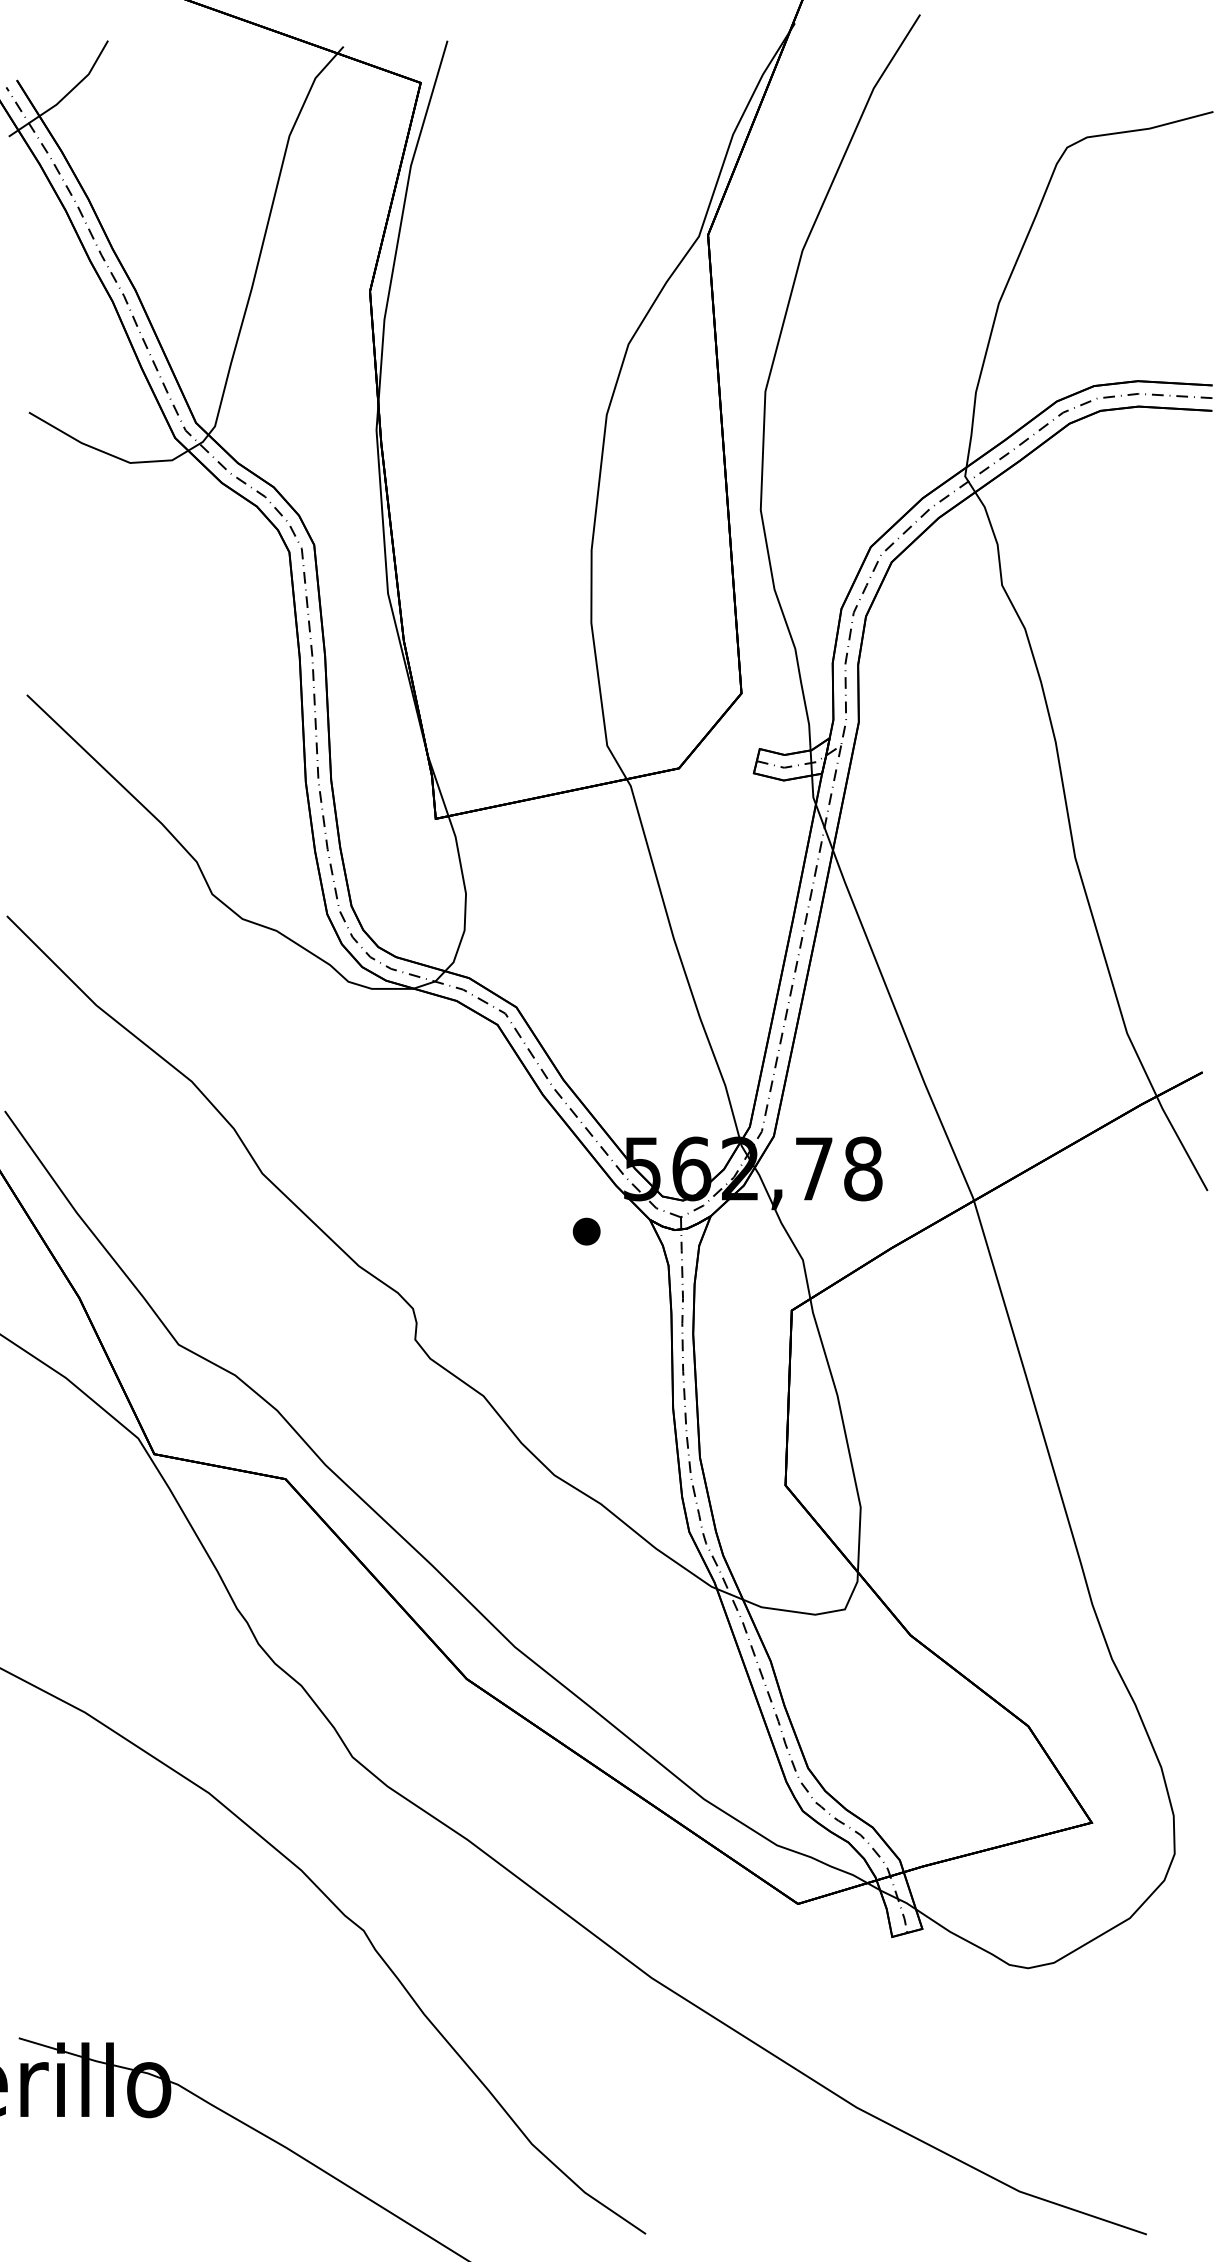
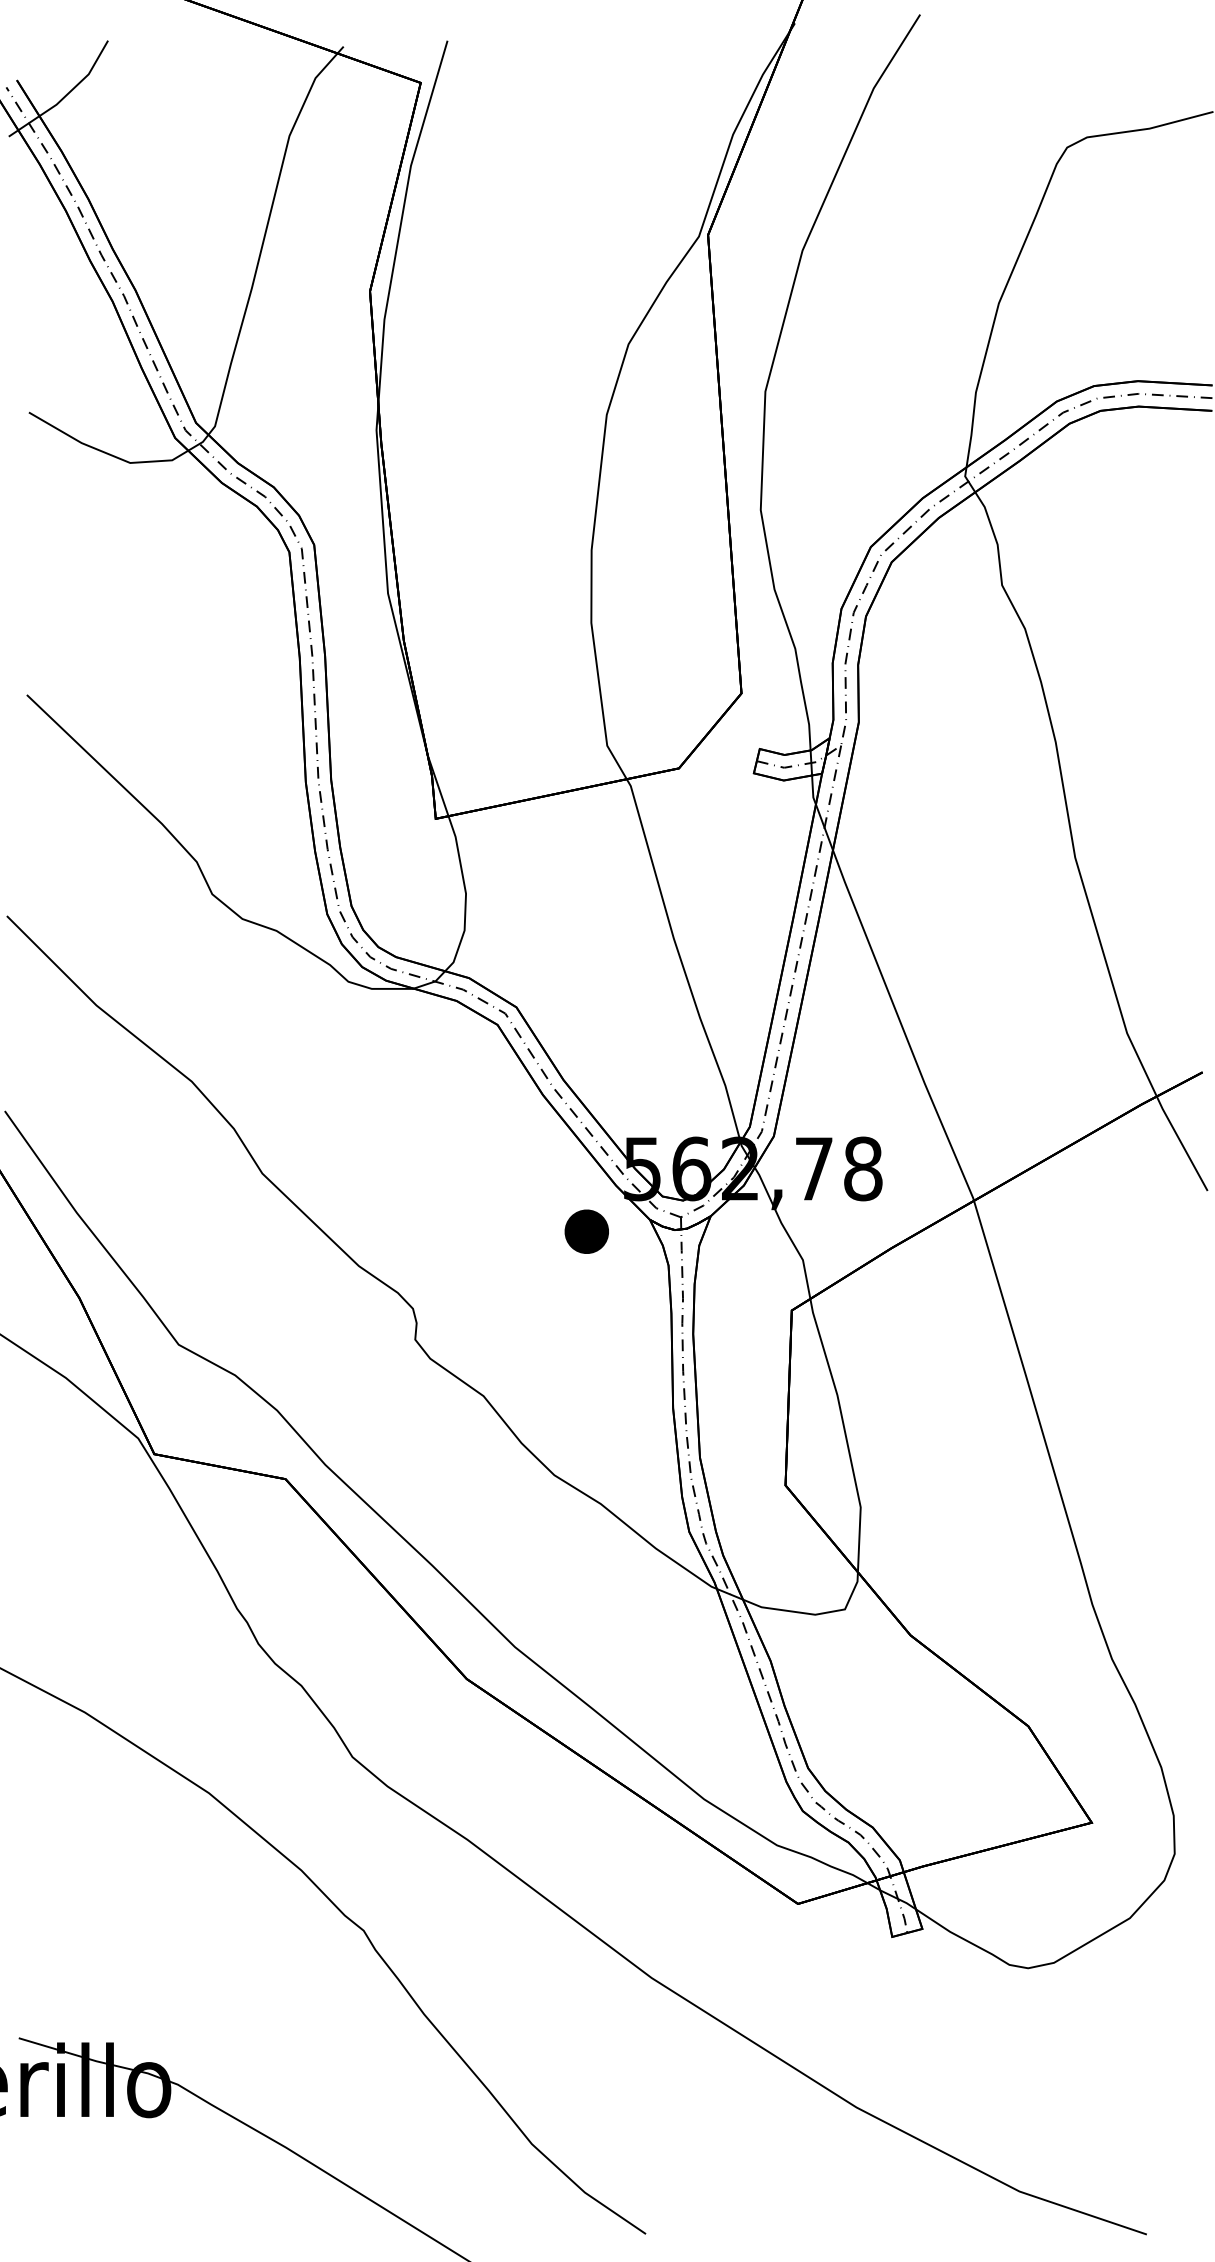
part at (586, 1231) size: 29x29 px -> 45x45 px
